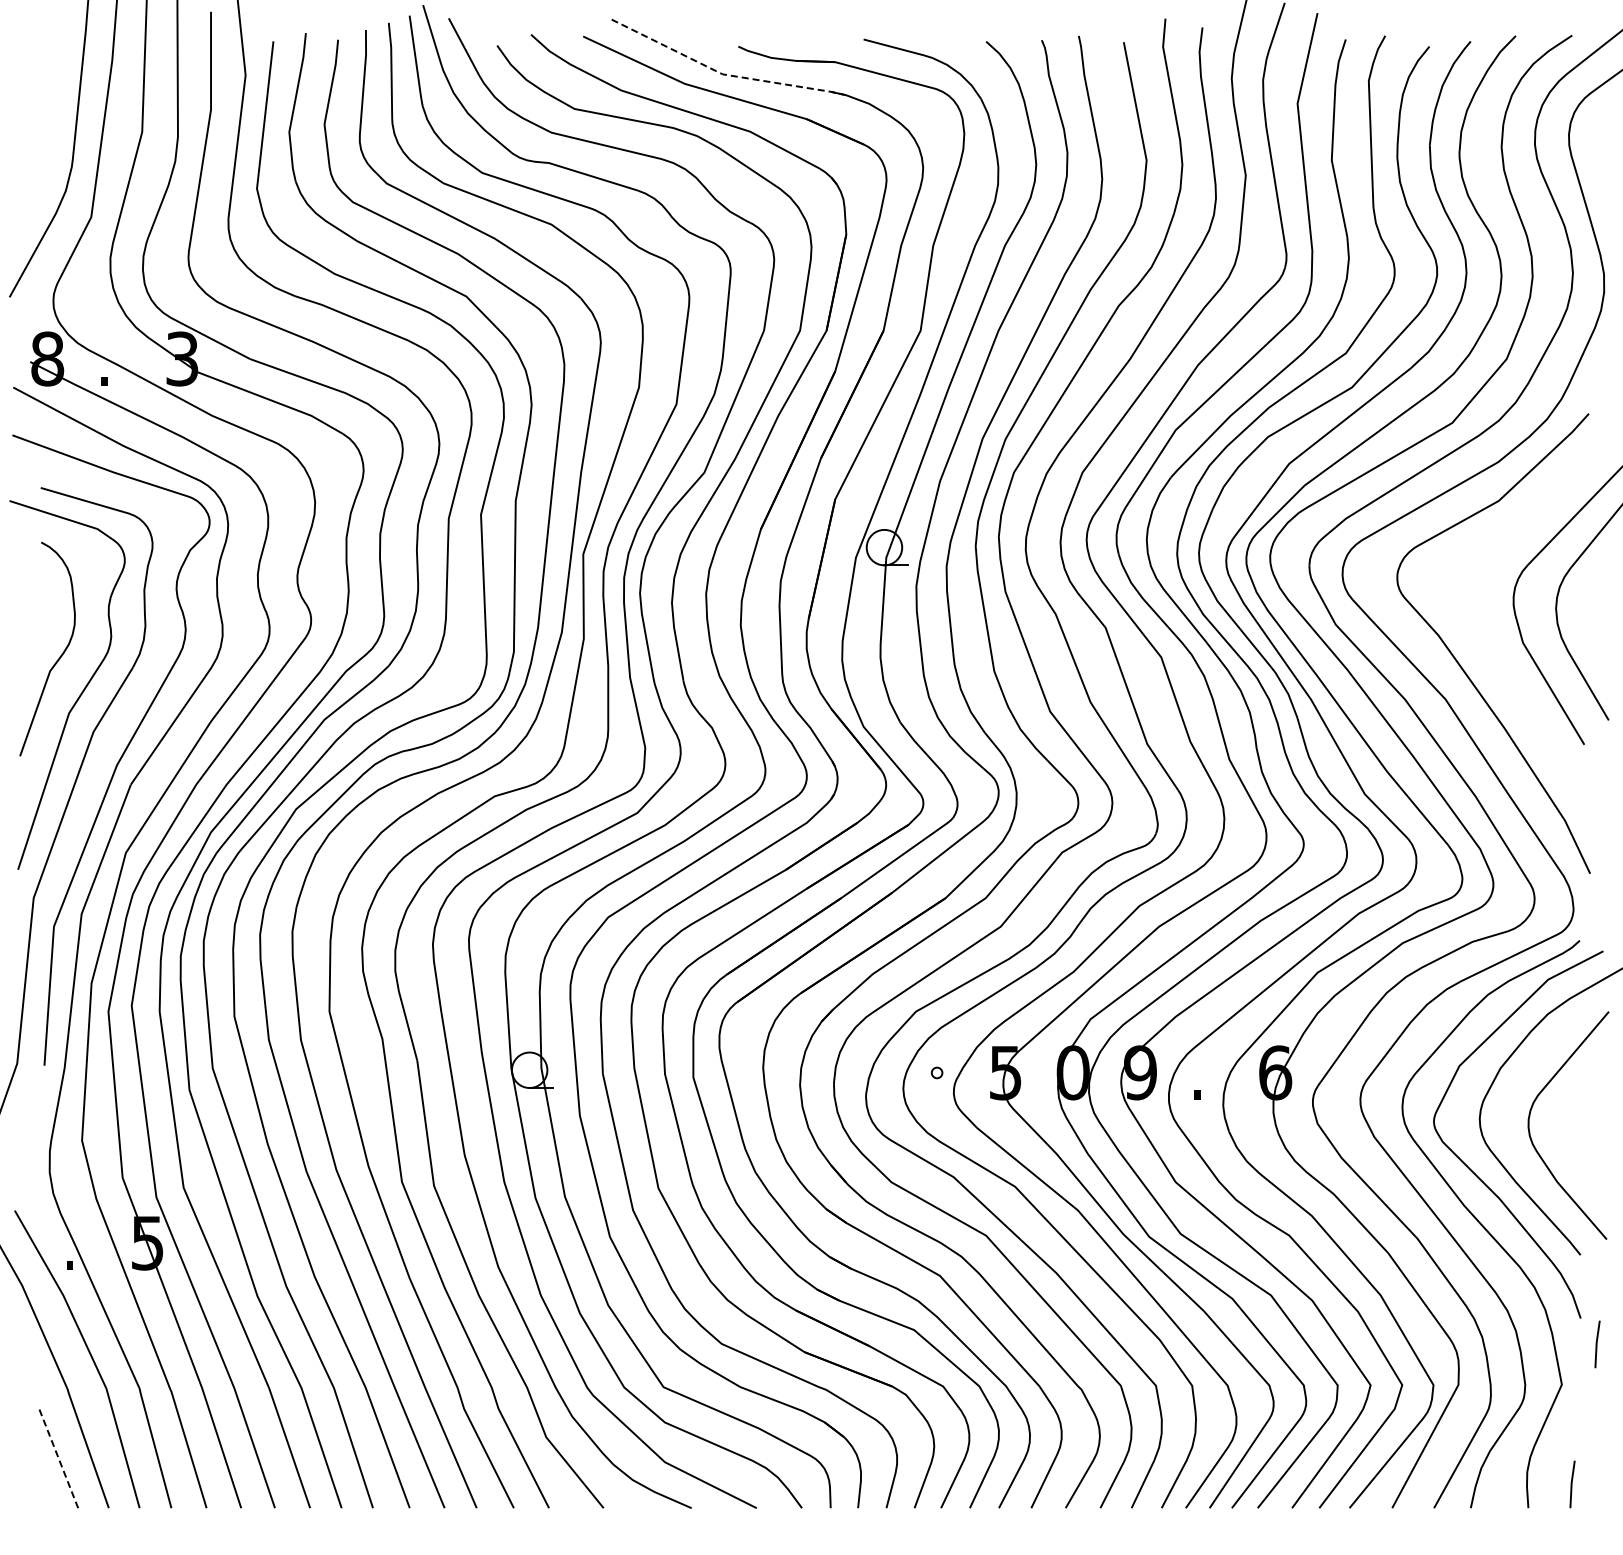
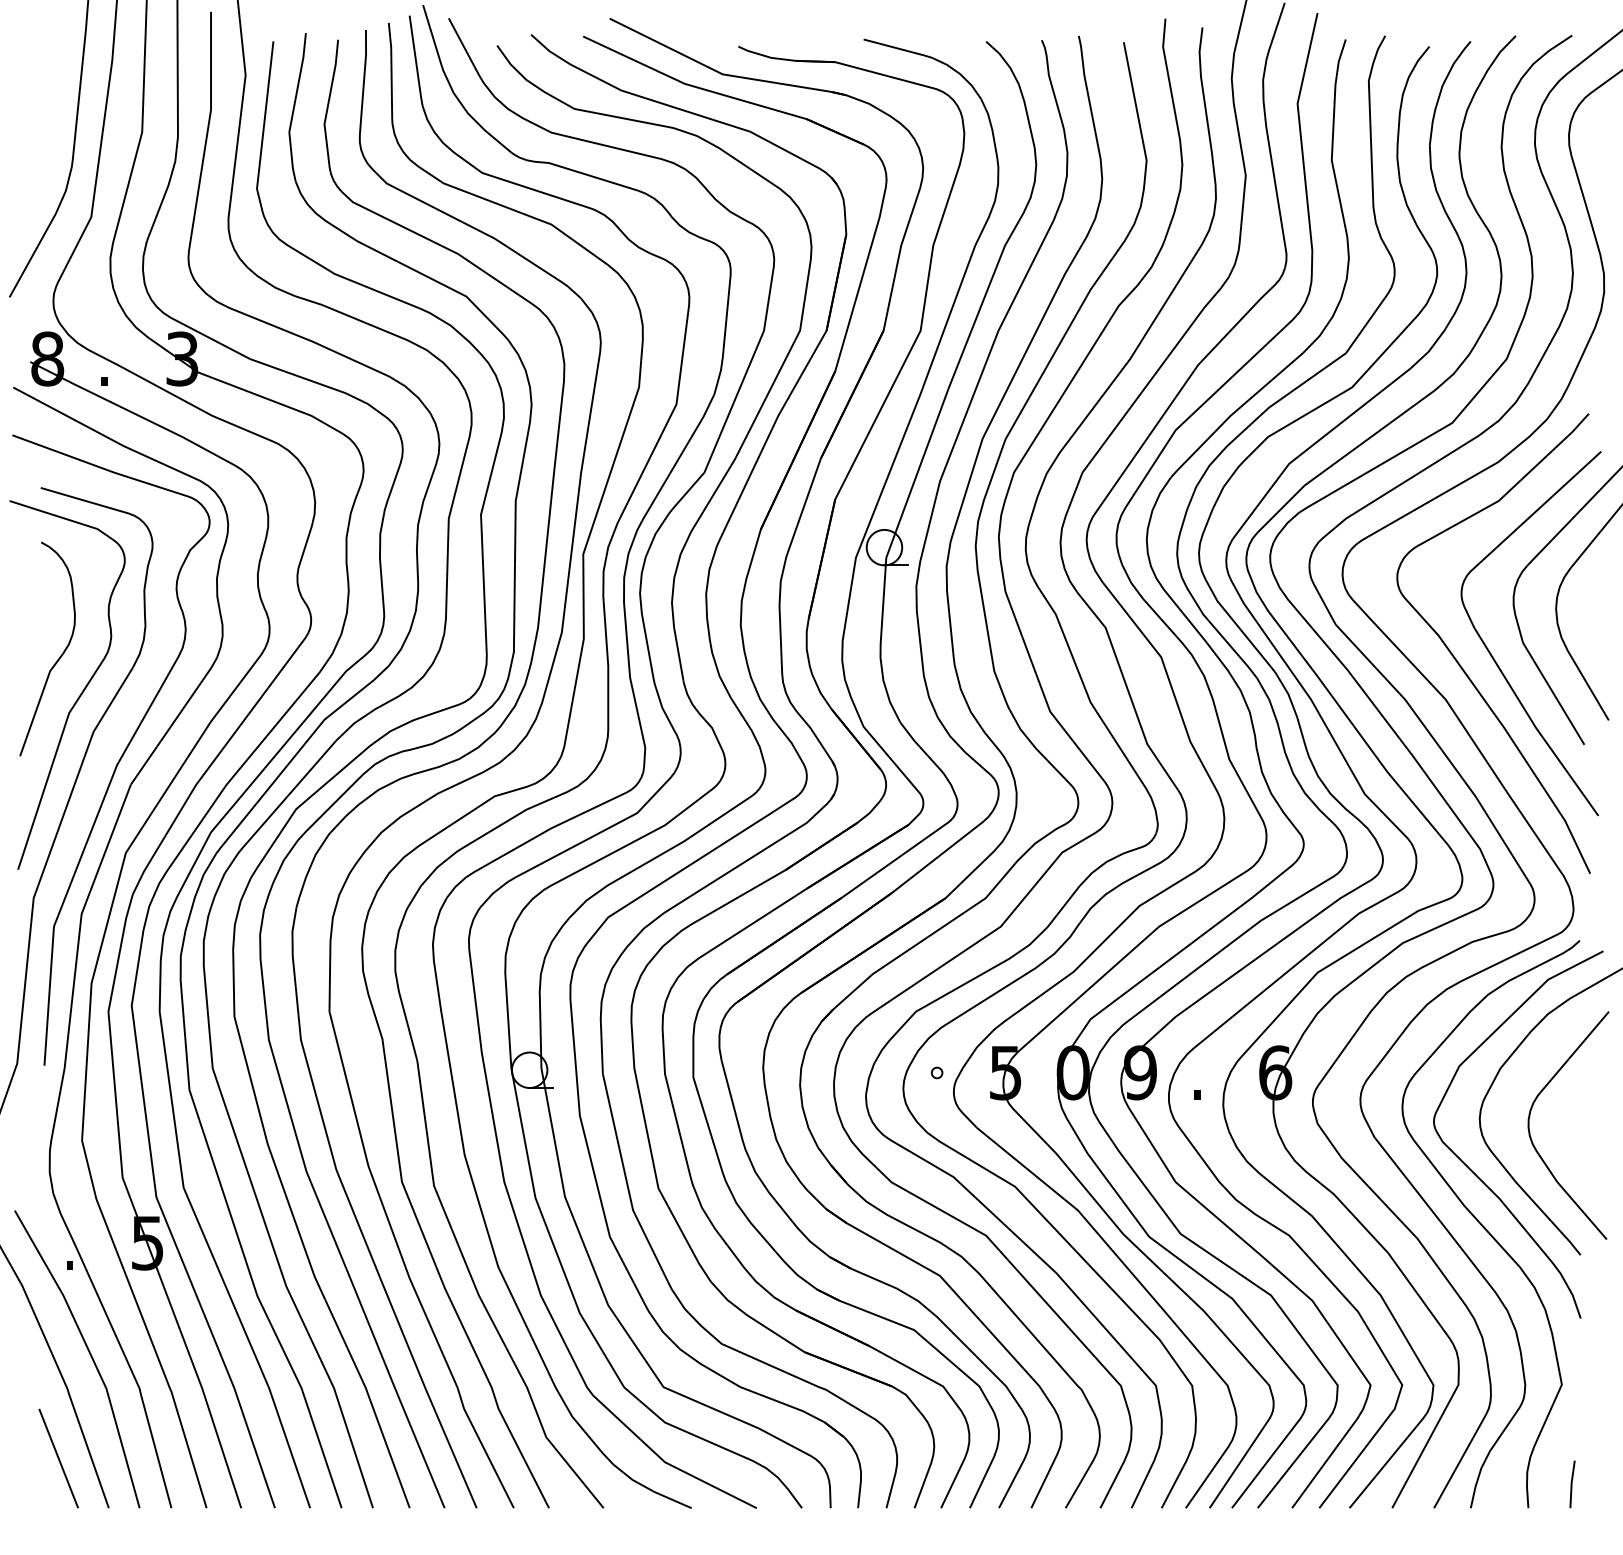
line at (722, 74): dashed -> solid
curve at (1493, 656): none -> present
line at (1597, 1344): present -> none
line at (58, 1458): dashed -> solid
